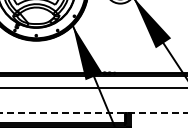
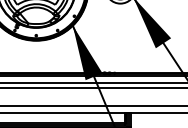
line at (93, 82): none -> present
line at (93, 106): none -> present
line at (93, 113): dashed -> solid
